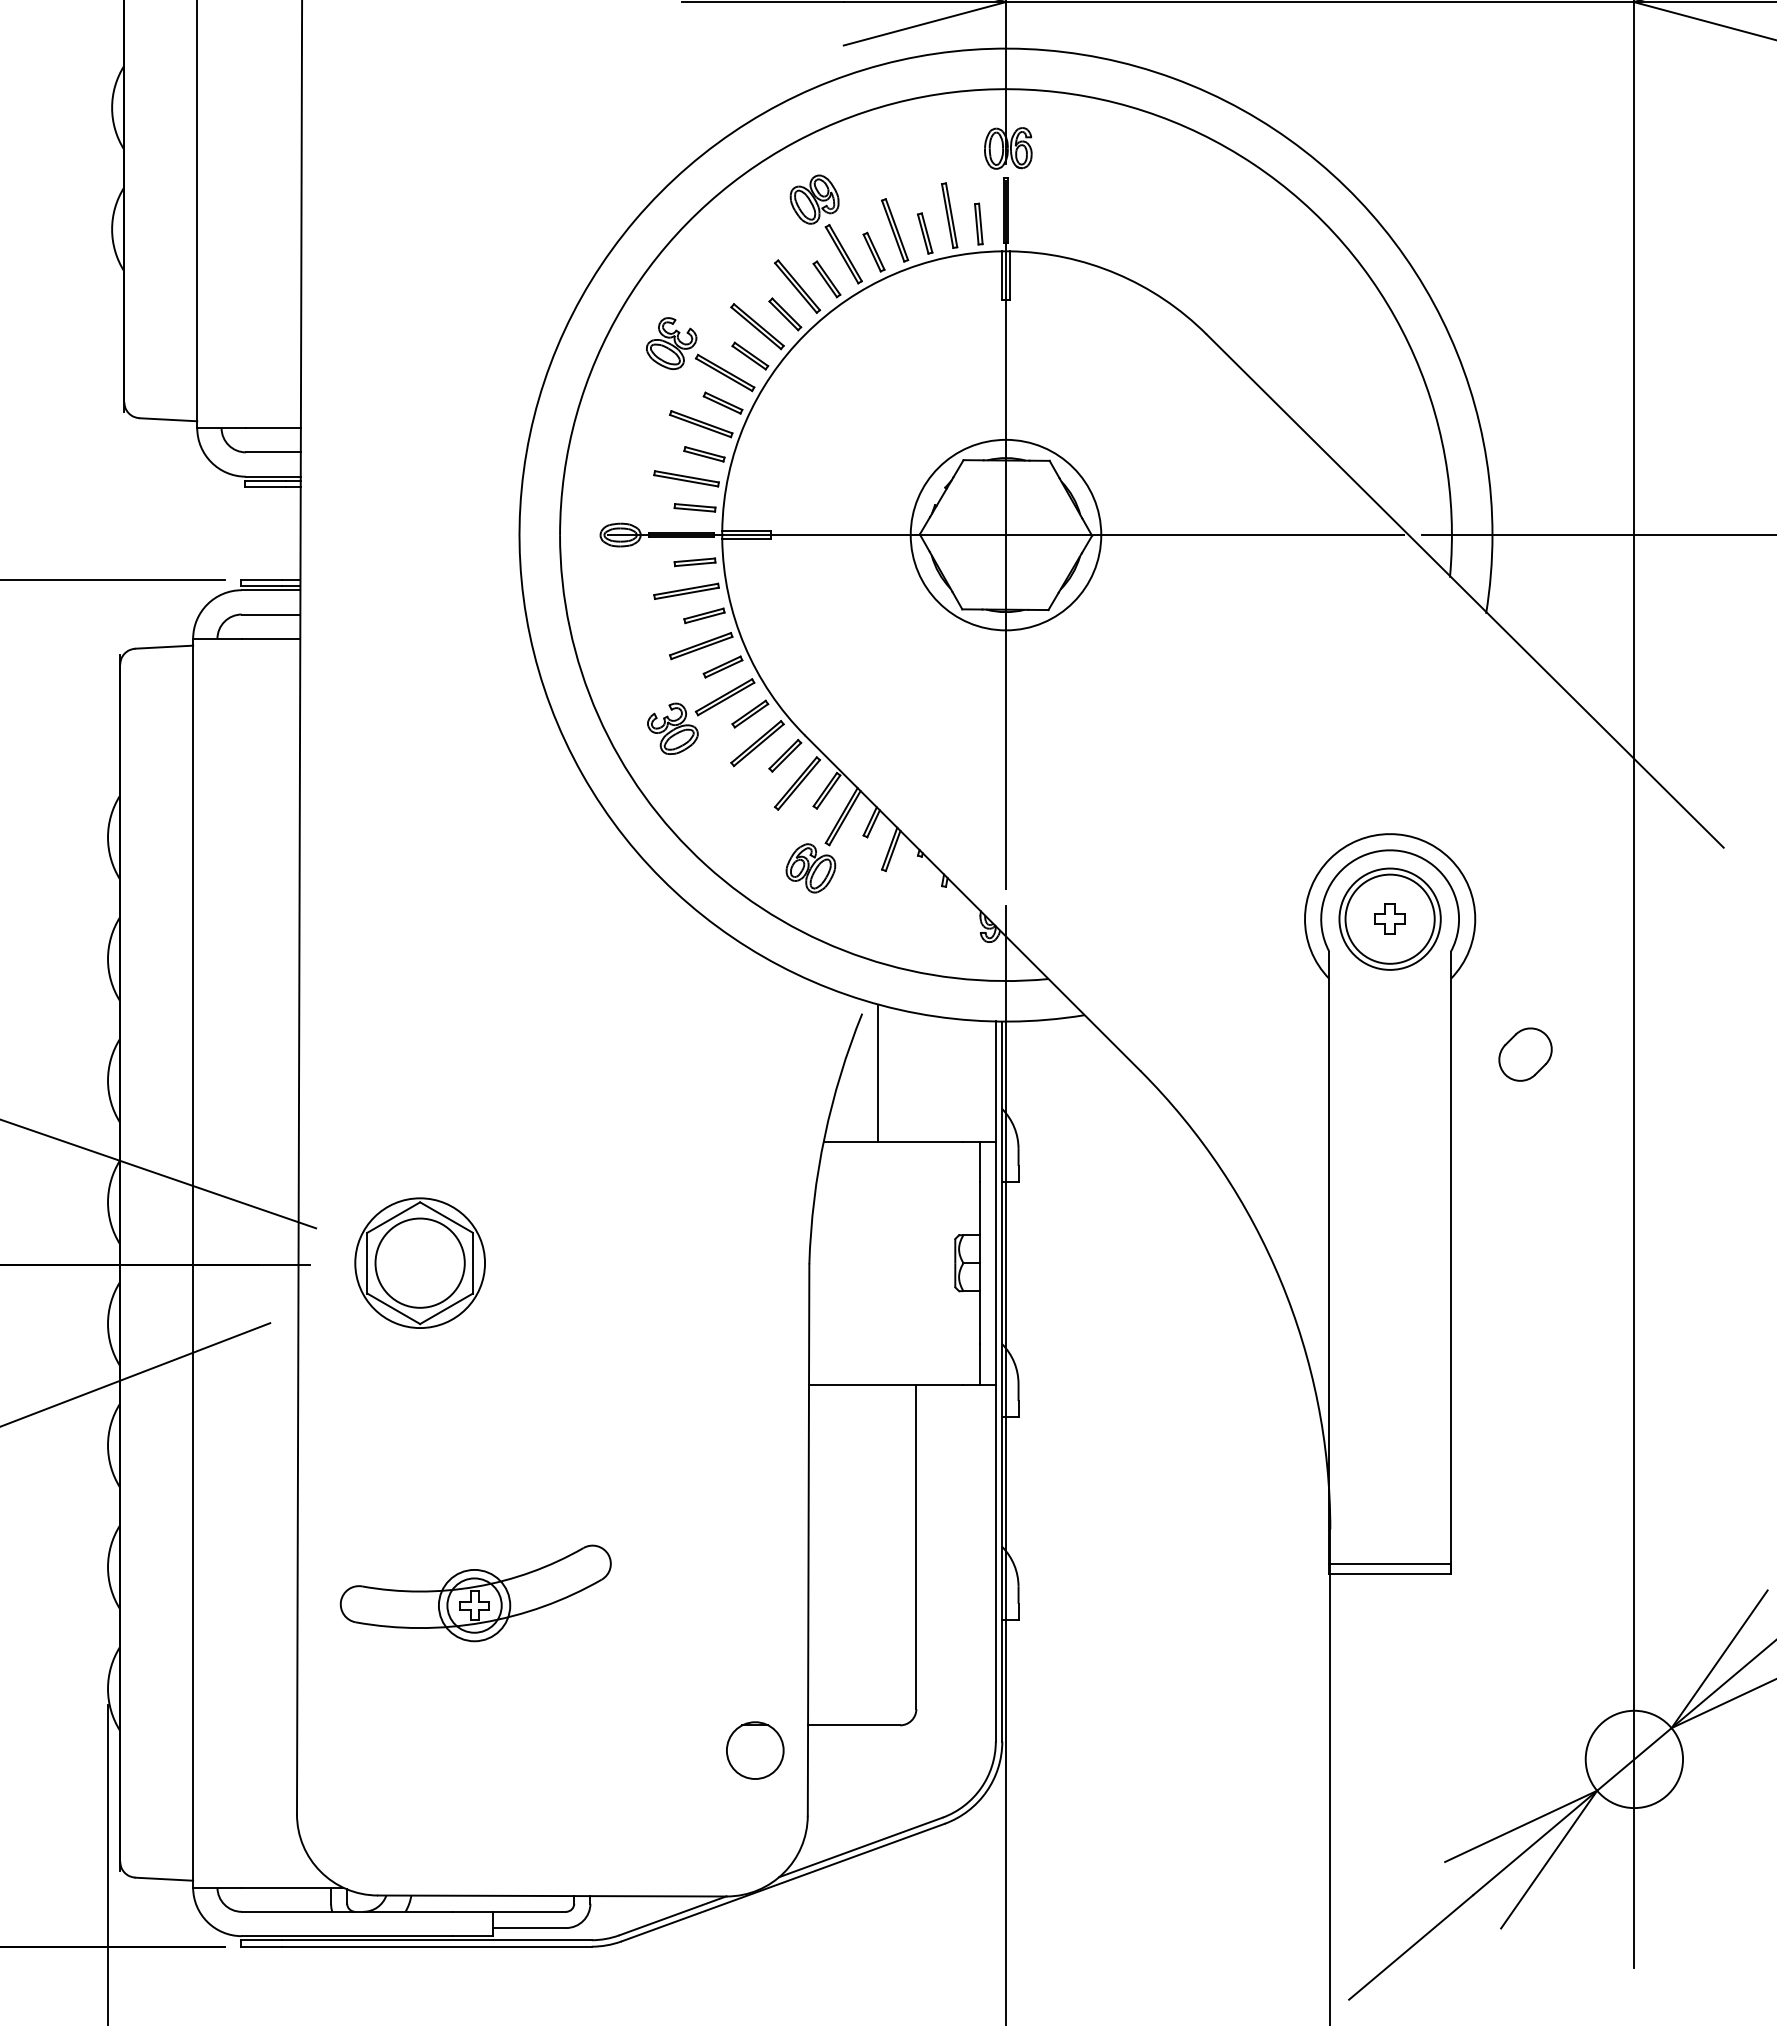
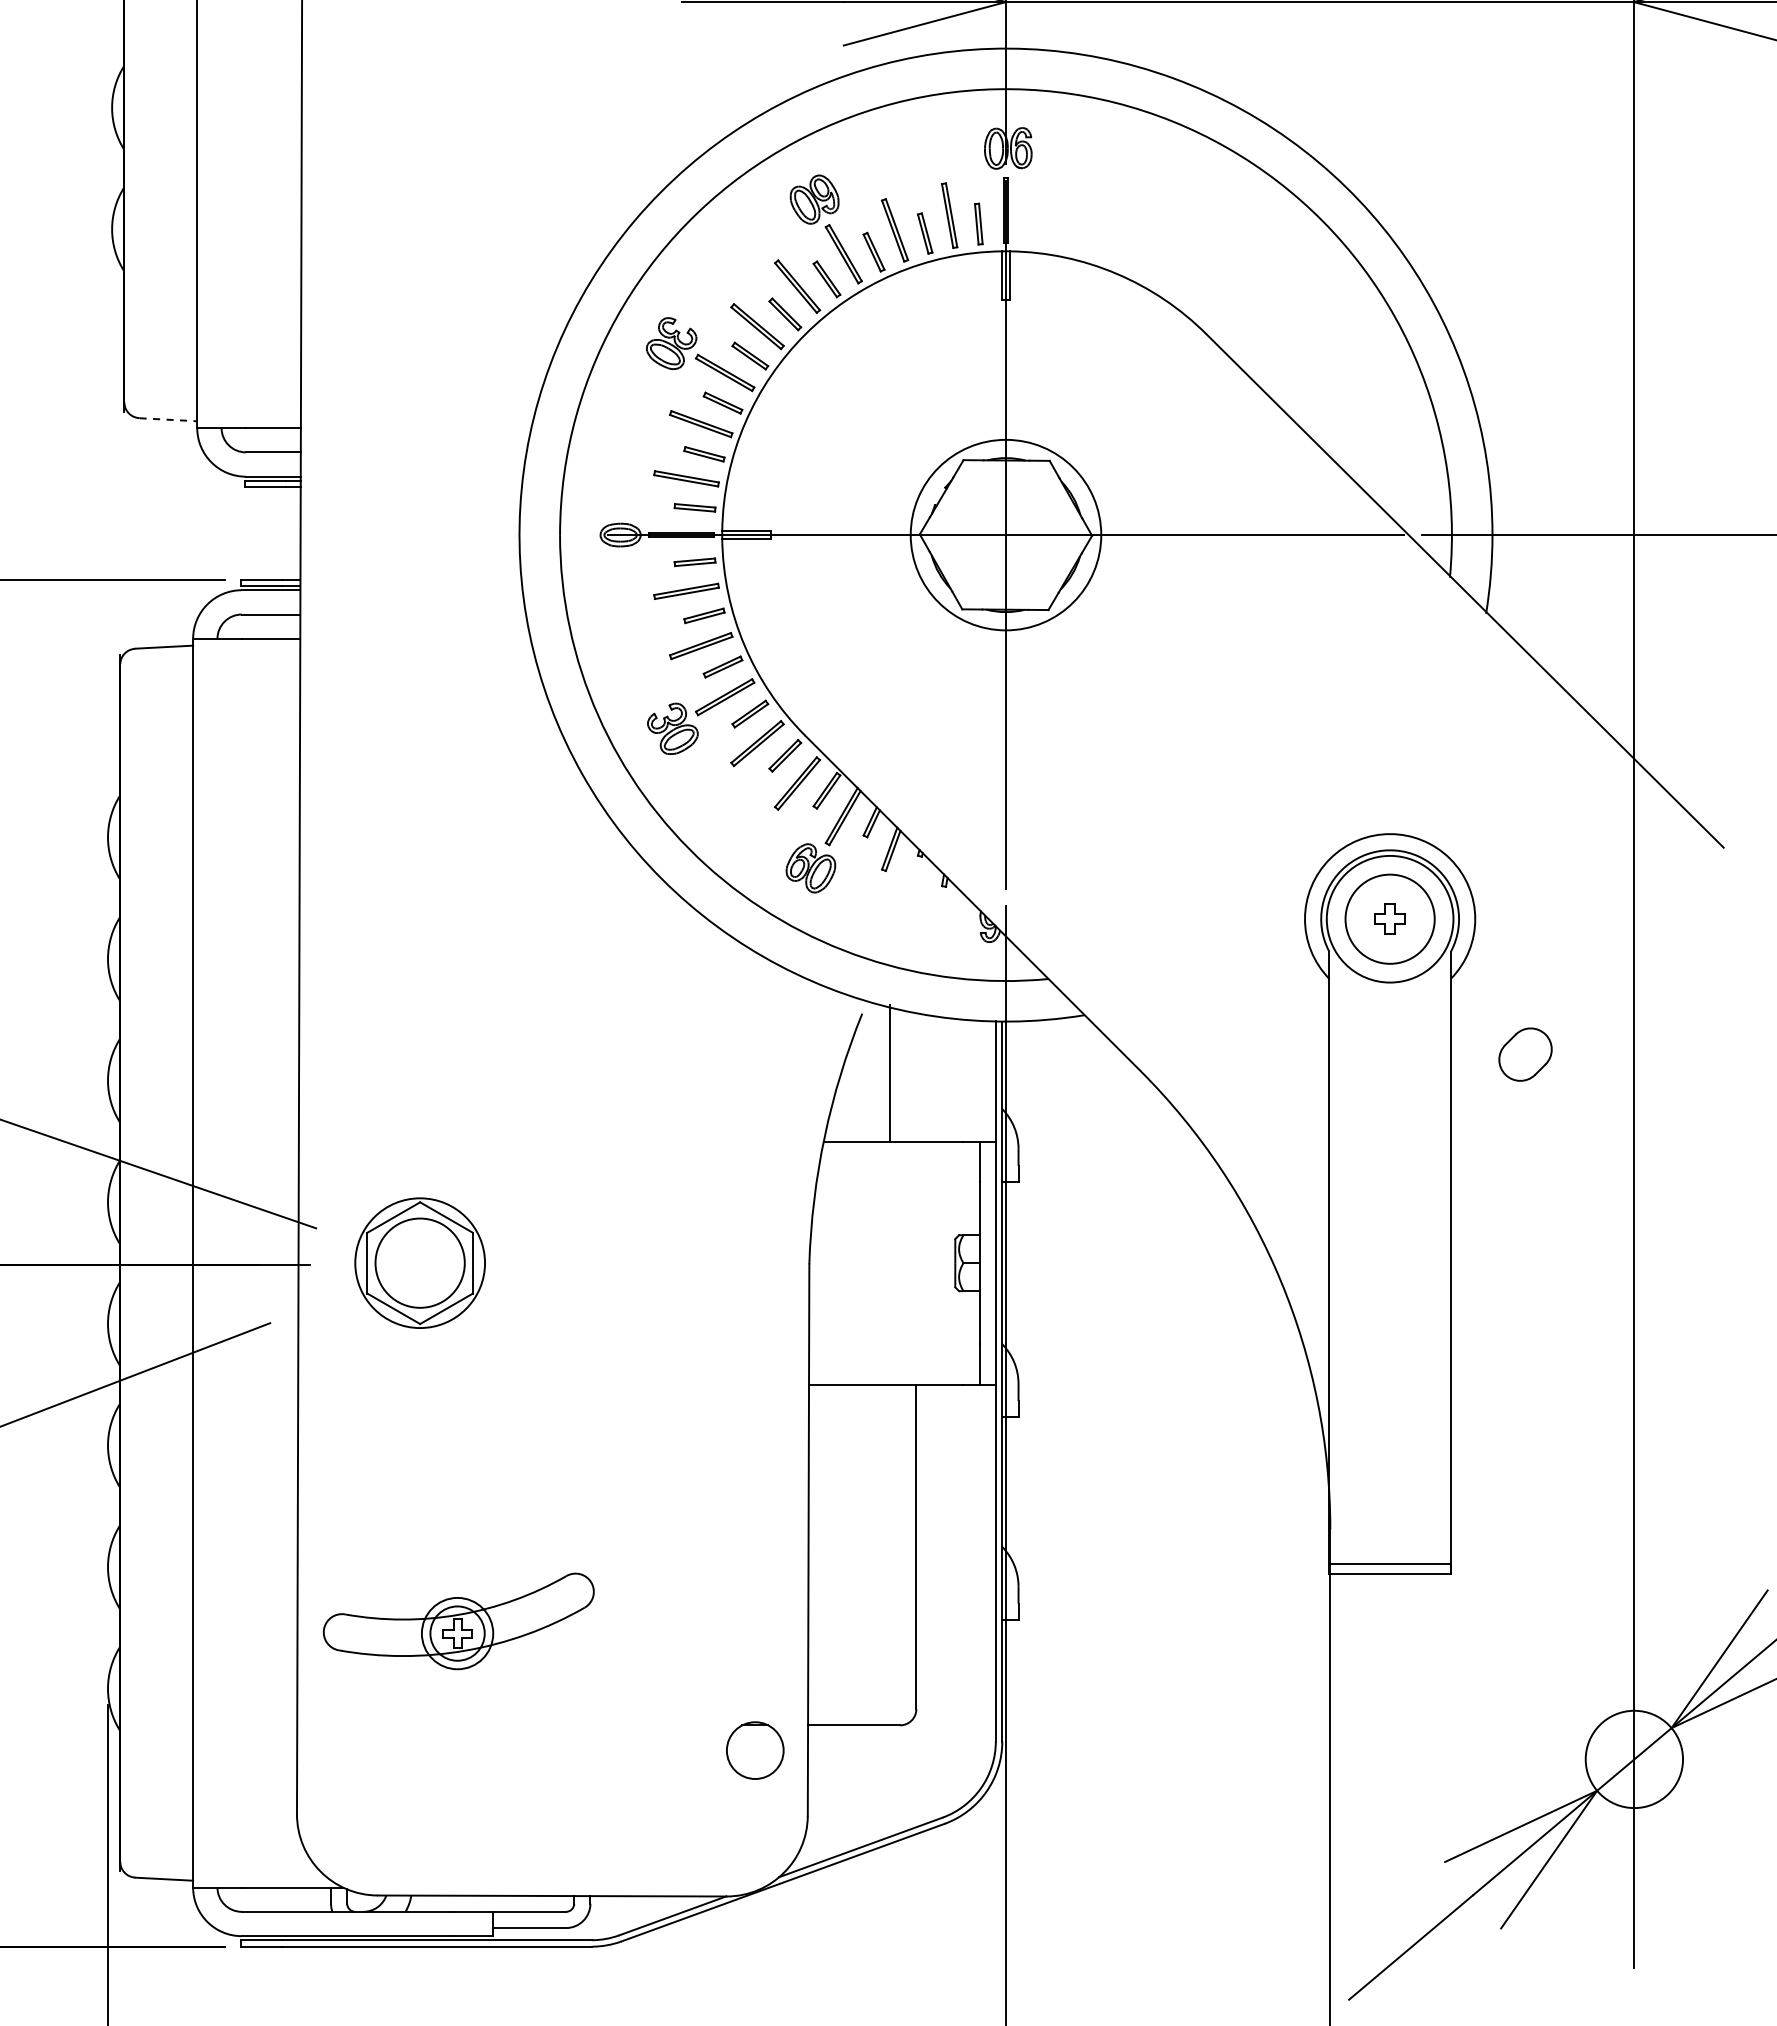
line at (168, 419): solid -> dashed
circle at (1389, 918) diameter: 101 px -> 127 px
line at (878, 1072) position: (878, 1072) -> (890, 1072)
part at (475, 1593) position: (475, 1593) -> (458, 1621)
